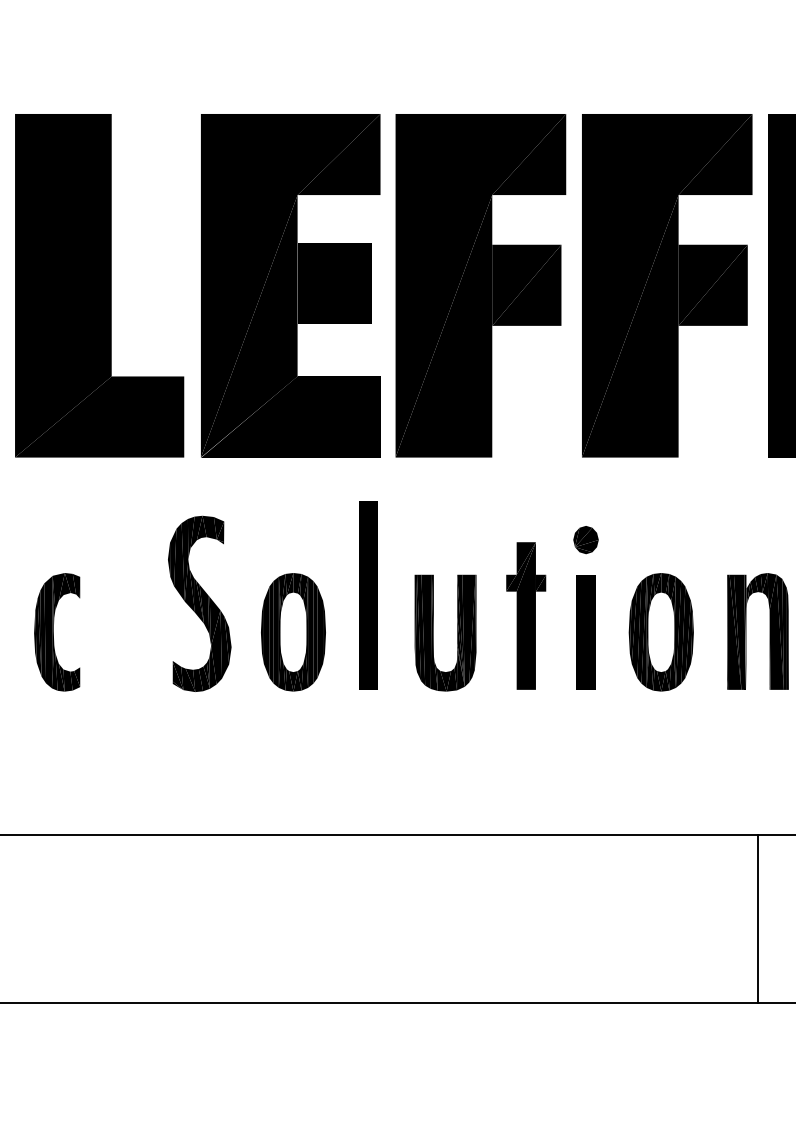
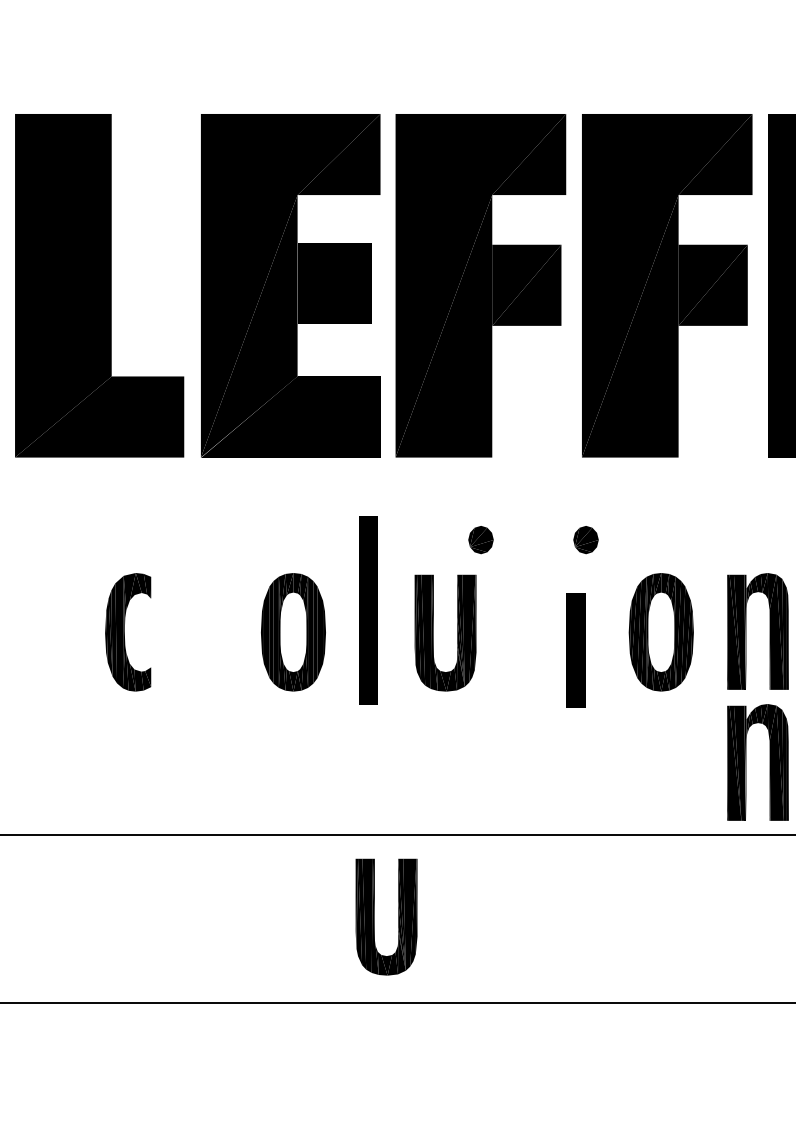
part at (480, 540): none -> present
part at (368, 595) position: (368, 595) -> (368, 610)
part at (199, 603): present -> none
part at (526, 615): present -> none
part at (57, 632) position: (57, 632) -> (128, 632)
part at (585, 632) position: (585, 632) -> (575, 650)
part at (746, 762): none -> present
part at (374, 916): none -> present
line at (757, 918): present -> none
